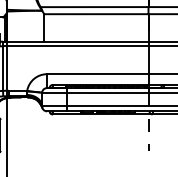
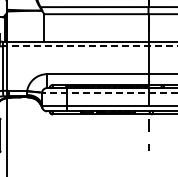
line at (90, 46): solid -> dashed
line at (110, 93): solid -> dashed
